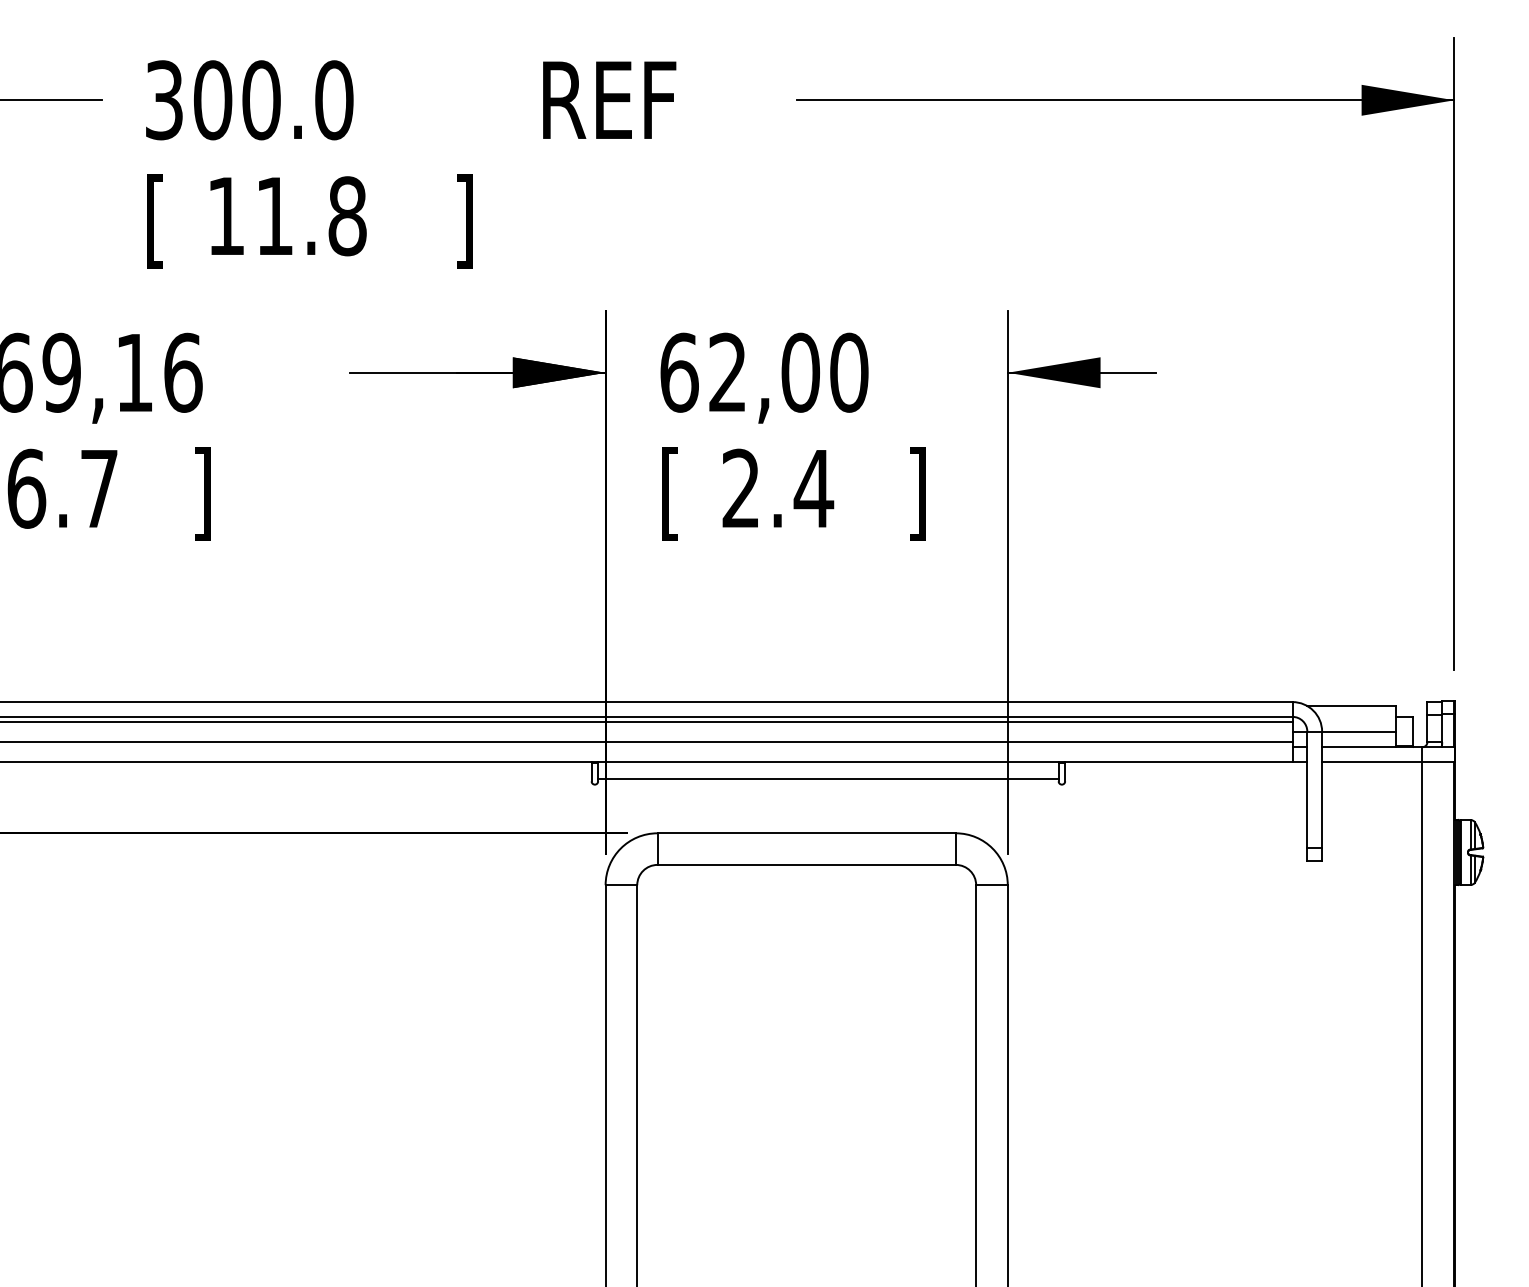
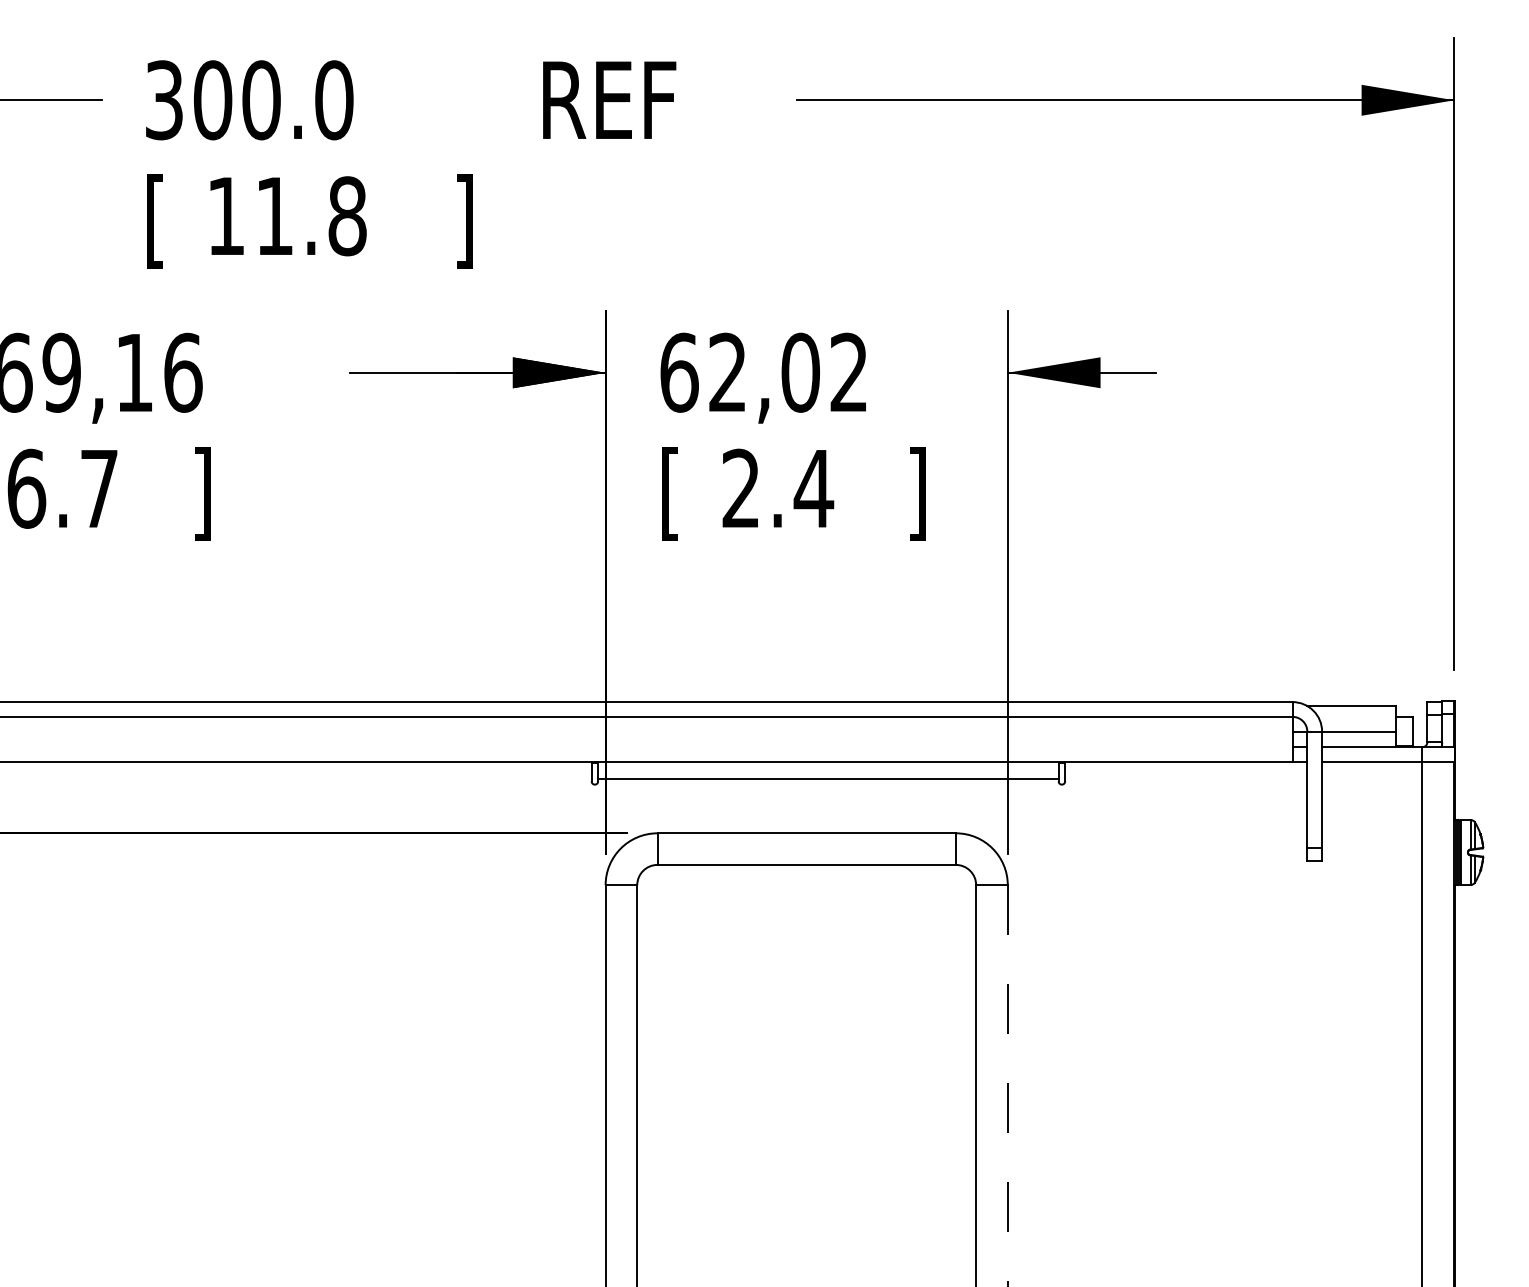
text at (849, 372): 62,00 -> 62,02
line at (647, 721): present -> none
line at (647, 742): present -> none
line at (1007, 1086): solid -> dashed
